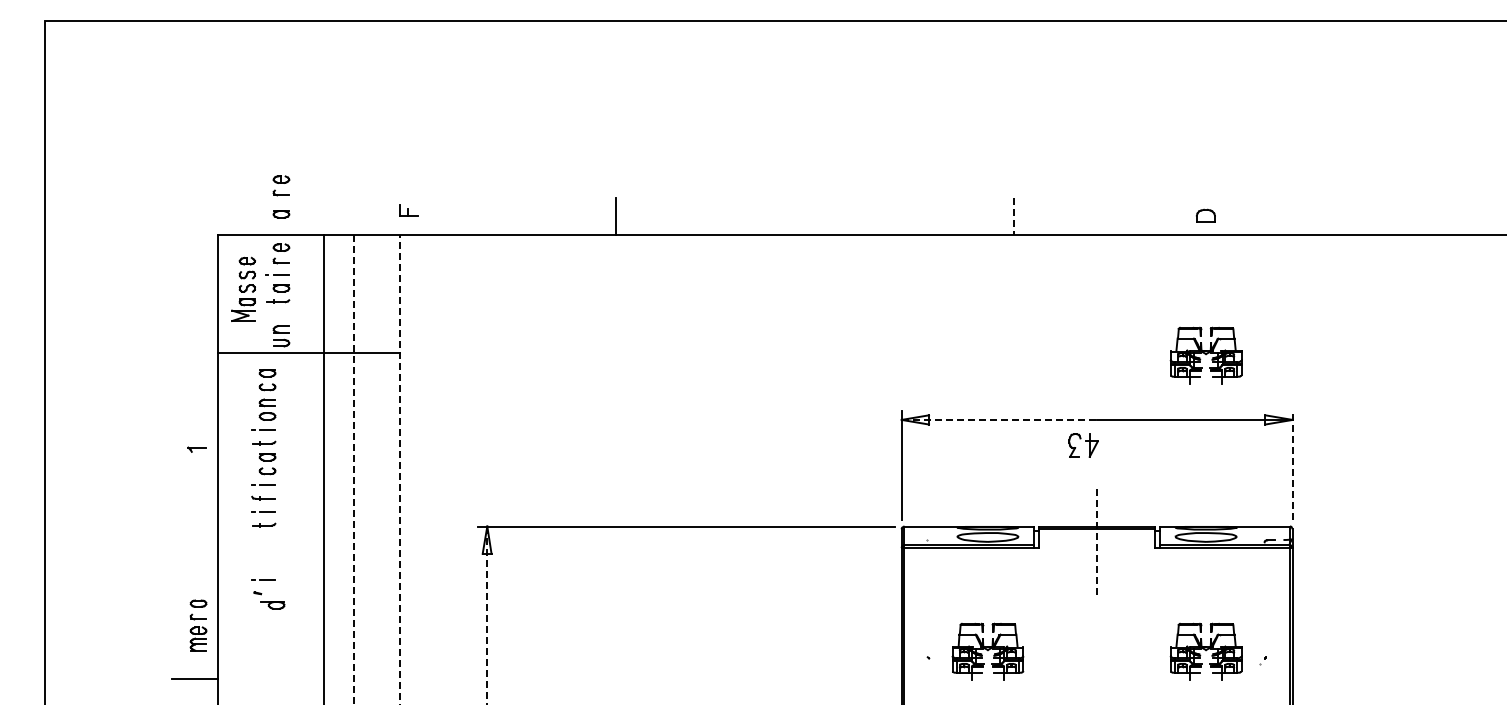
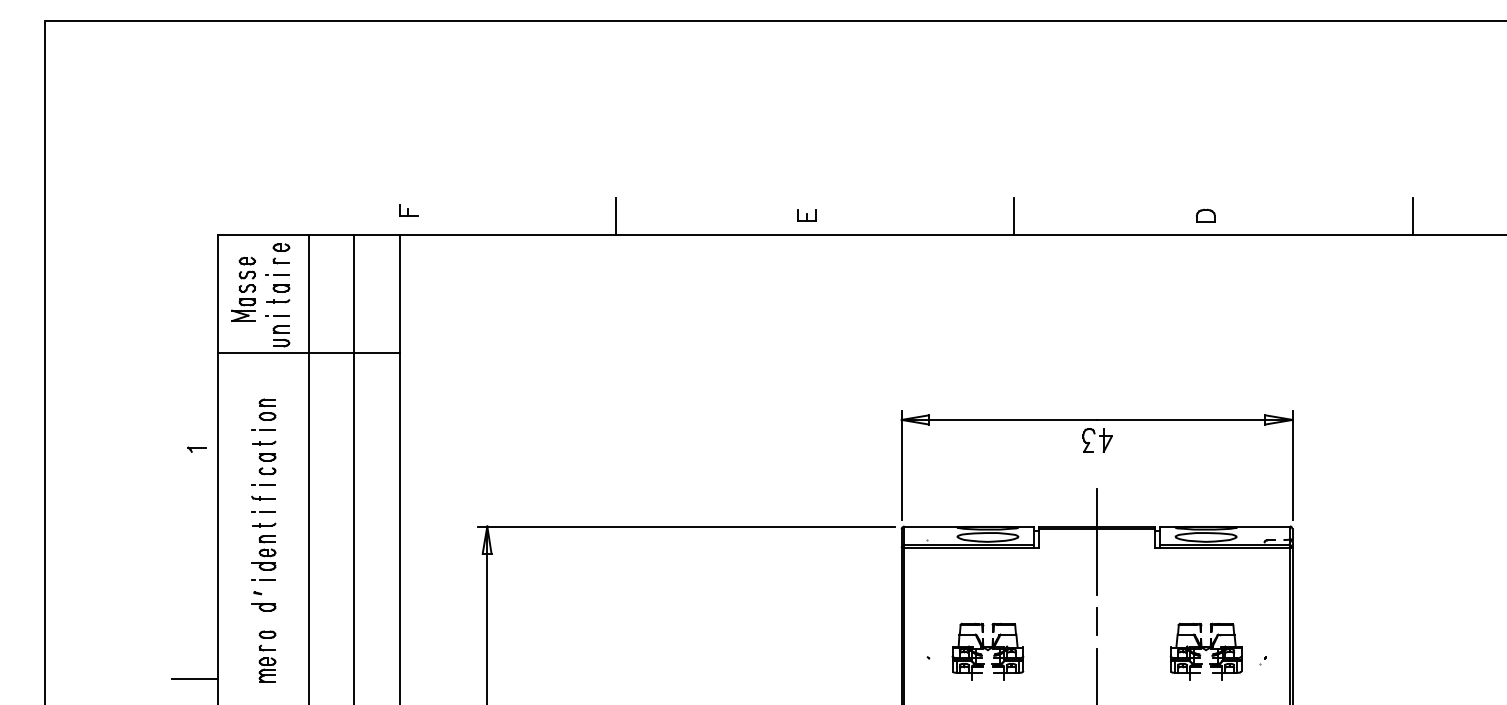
part at (281, 185): present -> none
part at (281, 214): present -> none
part at (806, 215): none -> present
line at (1413, 216): none -> present
line at (1014, 217): dashed -> solid
line at (277, 315): none -> present
part at (1205, 355): present -> none
part at (267, 380): present -> none
line at (999, 419): dashed -> solid
part at (1083, 445) position: (1083, 445) -> (1097, 440)
line at (1292, 465): dashed -> solid
line at (323, 467) position: (323, 467) -> (308, 467)
line at (354, 469): dashed -> solid
line at (399, 469): dashed -> solid
line at (1097, 541): dashed -> solid
part at (263, 552): none -> present
part at (272, 605) position: (272, 605) -> (263, 607)
line at (487, 615): dashed -> solid
line at (1097, 621): none -> present
part at (198, 625) position: (198, 625) -> (267, 656)
line at (1097, 674): none -> present
